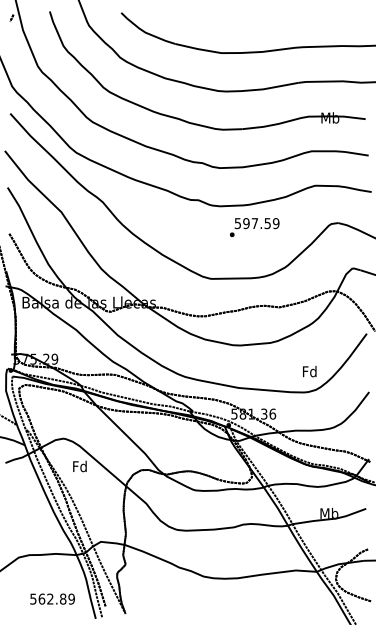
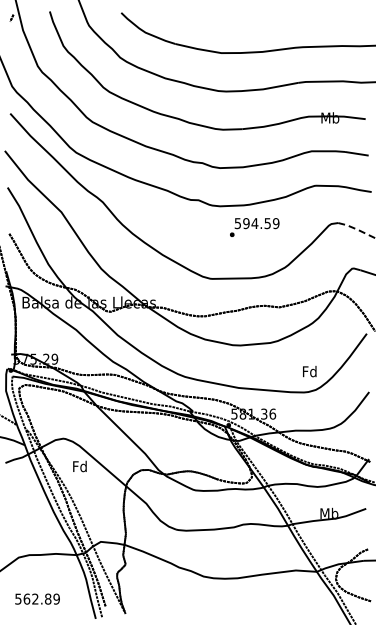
text at (254, 223): 597.59 -> 594.59
line at (357, 229): solid -> dashed
text at (52, 598) position: (52, 598) -> (37, 598)
